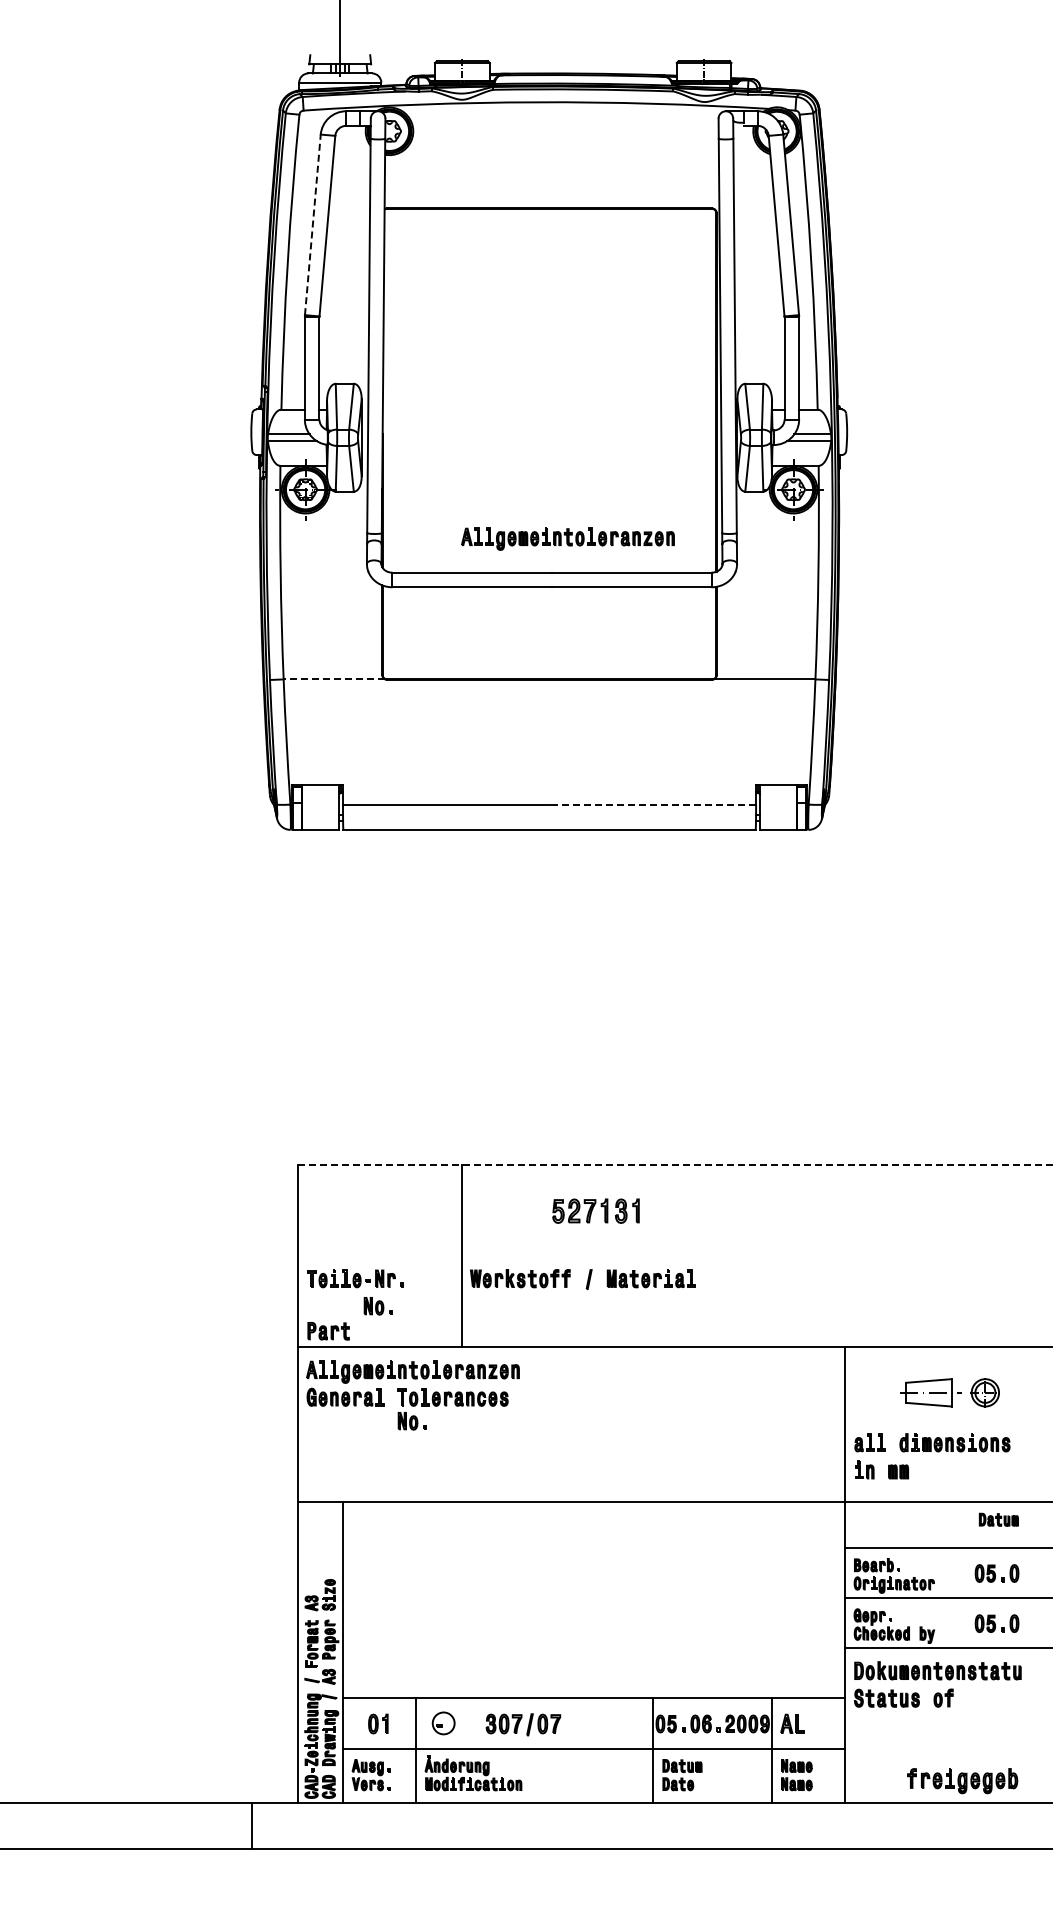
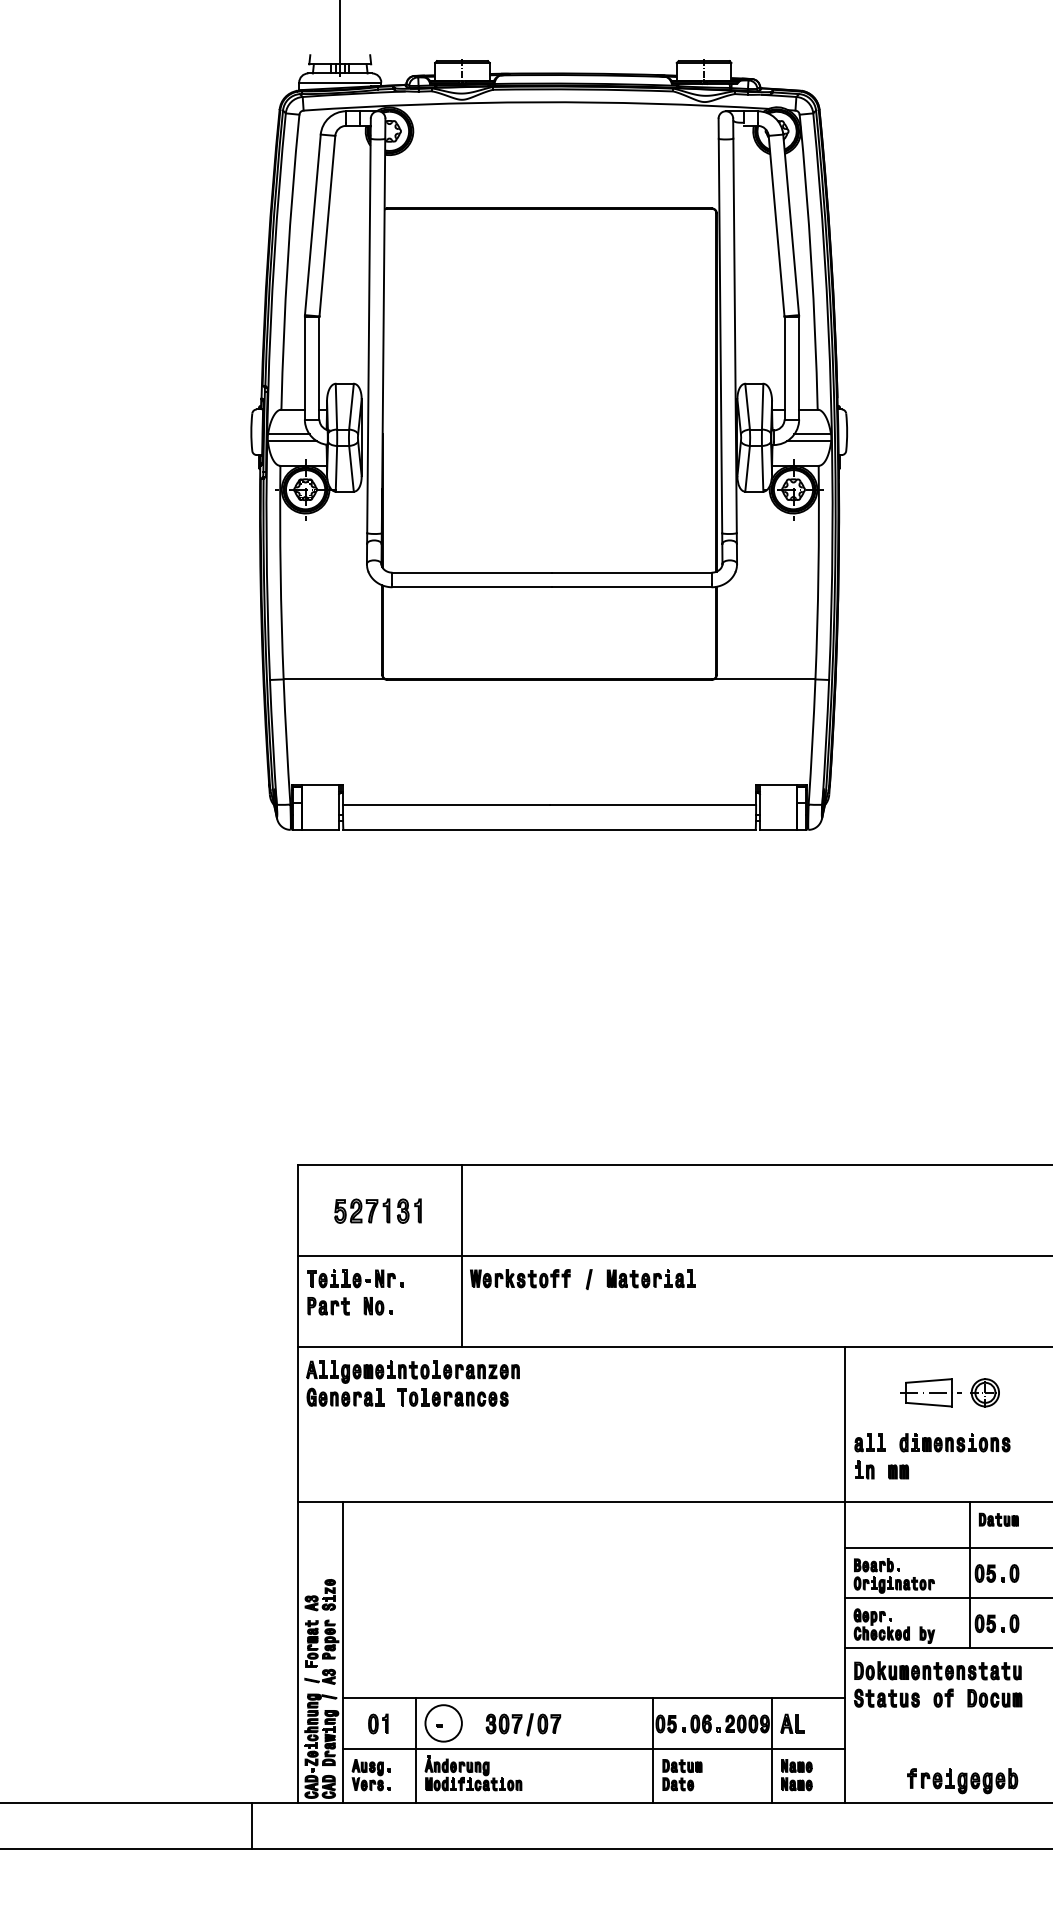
line at (312, 224): dashed -> solid
part at (567, 538): present -> none
line at (334, 679): dashed -> solid
line at (652, 804): dashed -> solid
line at (675, 1164): dashed -> solid
part at (595, 1210) position: (595, 1210) -> (377, 1210)
line at (673, 1256): none -> present
part at (328, 1331) position: (328, 1331) -> (328, 1306)
part at (411, 1421): present -> none
line at (969, 1575): none -> present
part at (994, 1698): none -> present
circle at (443, 1723) diameter: 22 px -> 36 px
